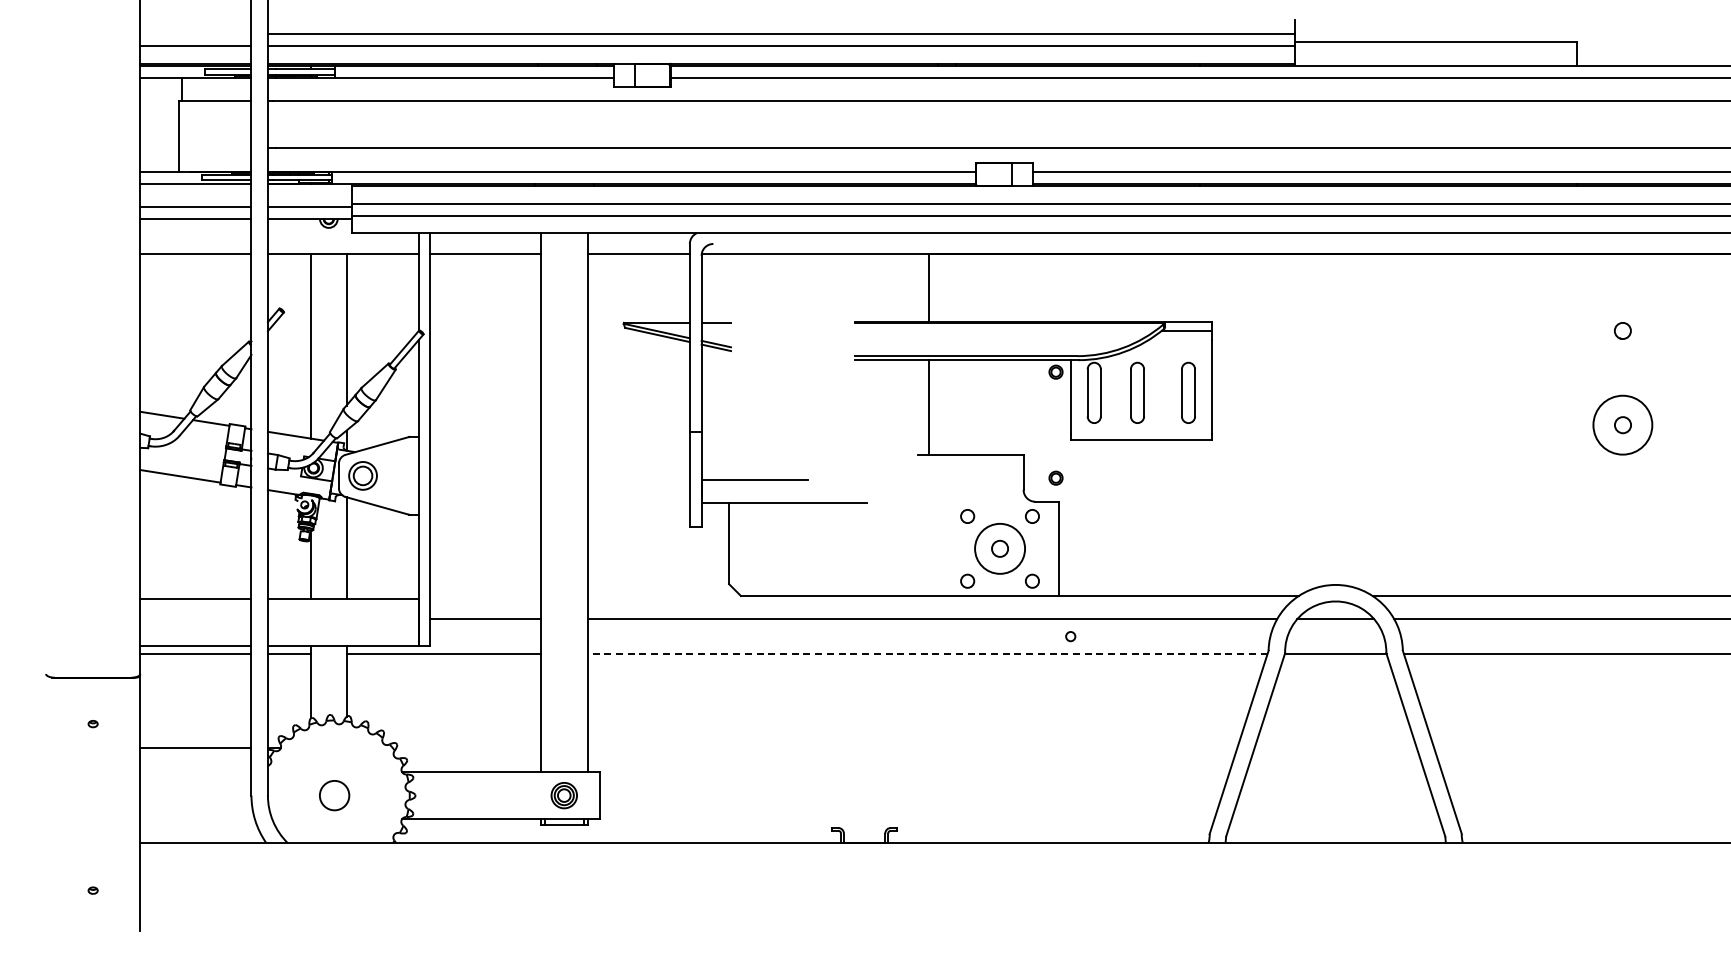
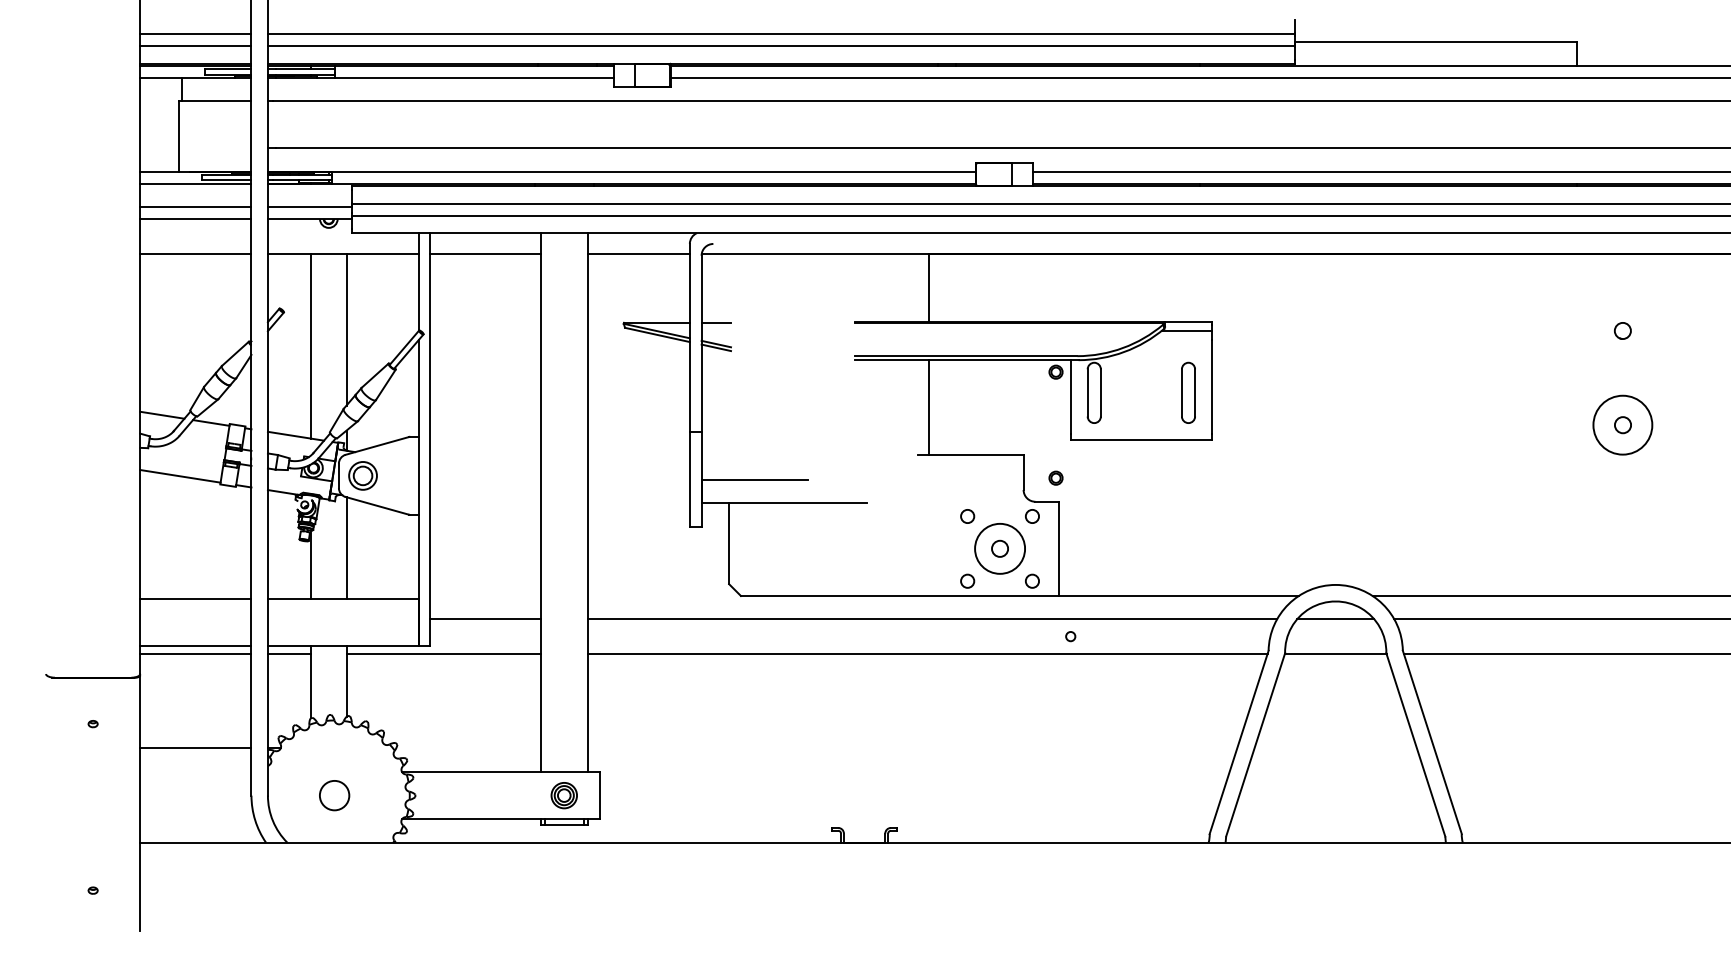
line at (195, 34): none -> present
part at (1137, 392): present -> none
line at (927, 654): dashed -> solid
